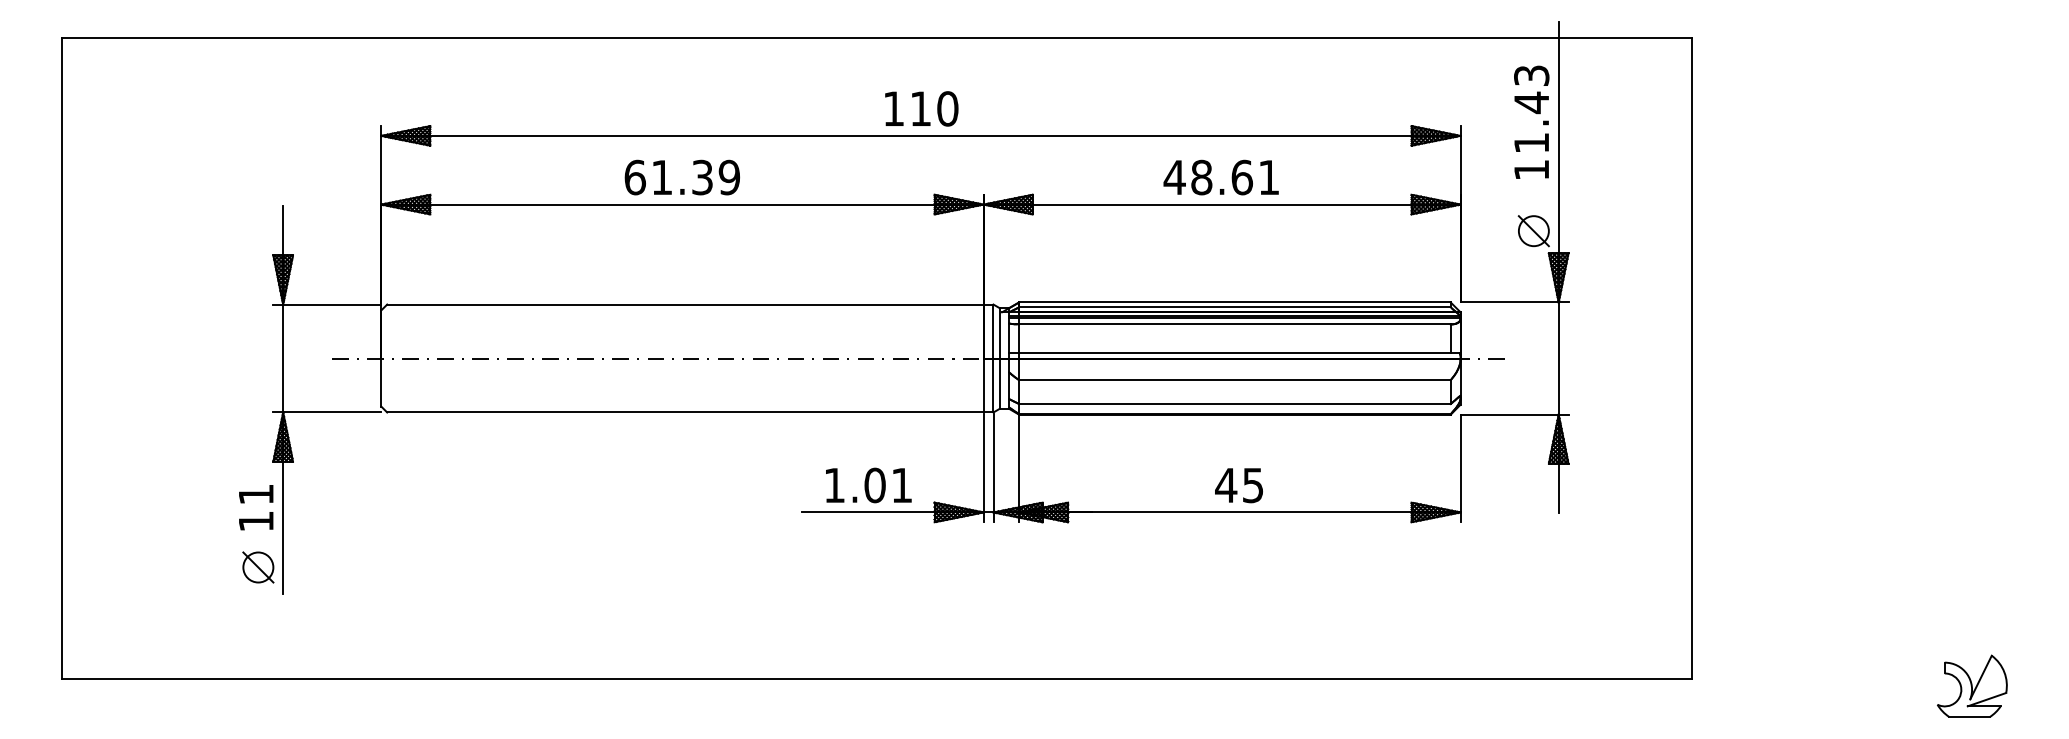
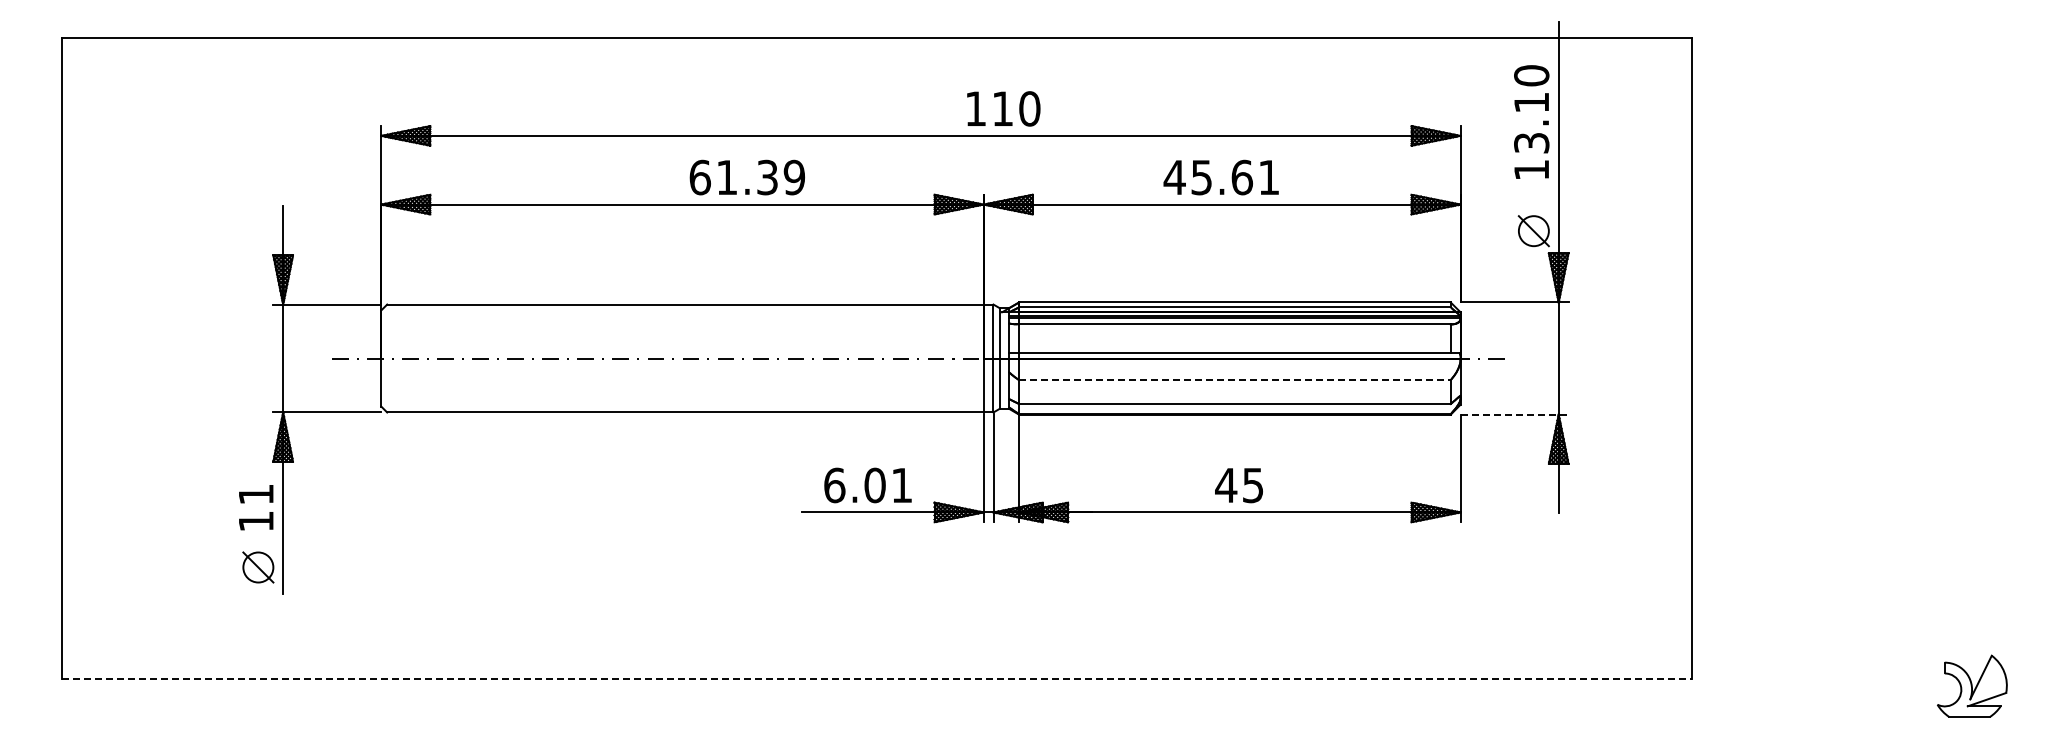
text at (921, 108) position: (921, 108) -> (1003, 108)
text at (1531, 109): 11.43 -> 13.10
text at (681, 177) position: (681, 177) -> (746, 177)
text at (1201, 177): 48.61 -> 45.61
line at (1234, 380): solid -> dashed
line at (1514, 414): solid -> dashed
text at (834, 485): 1.01 -> 6.01
line at (876, 679): solid -> dashed
